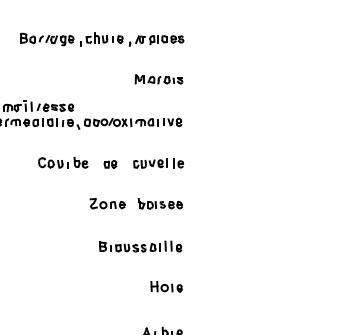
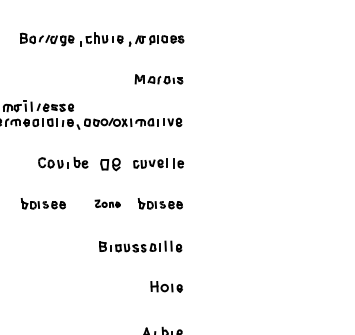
part at (110, 164) size: 15x9 px -> 21x14 px
part at (42, 203): none -> present
part at (107, 203) size: 37x12 px -> 27x10 px
